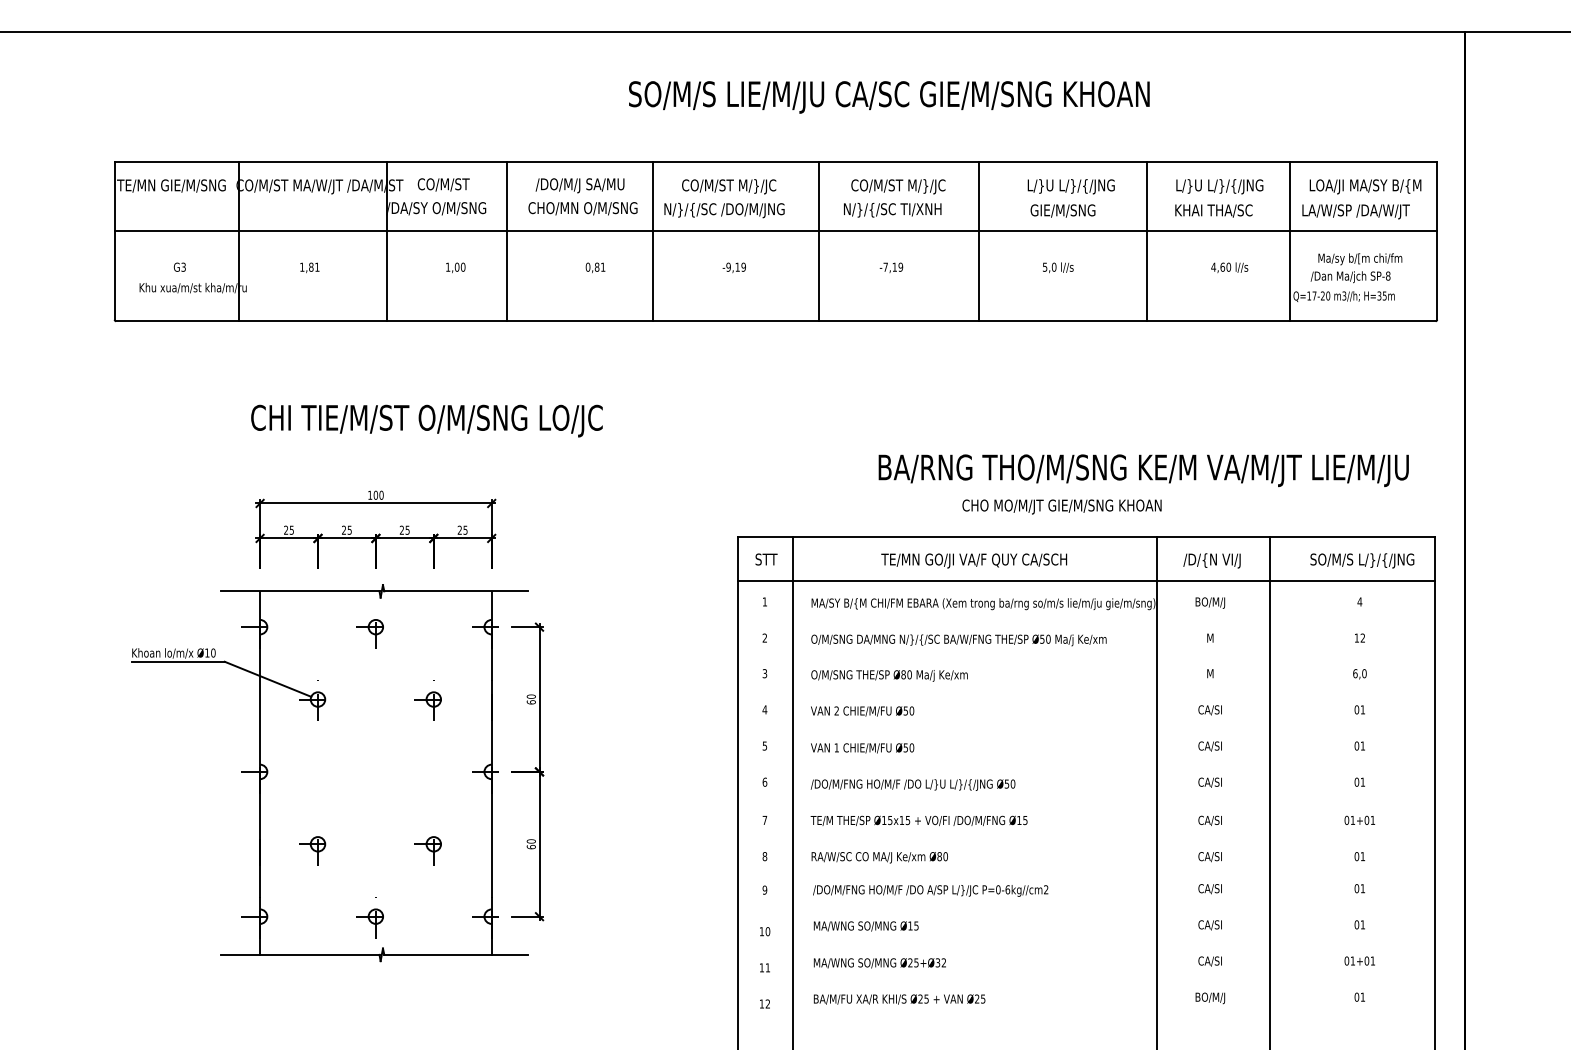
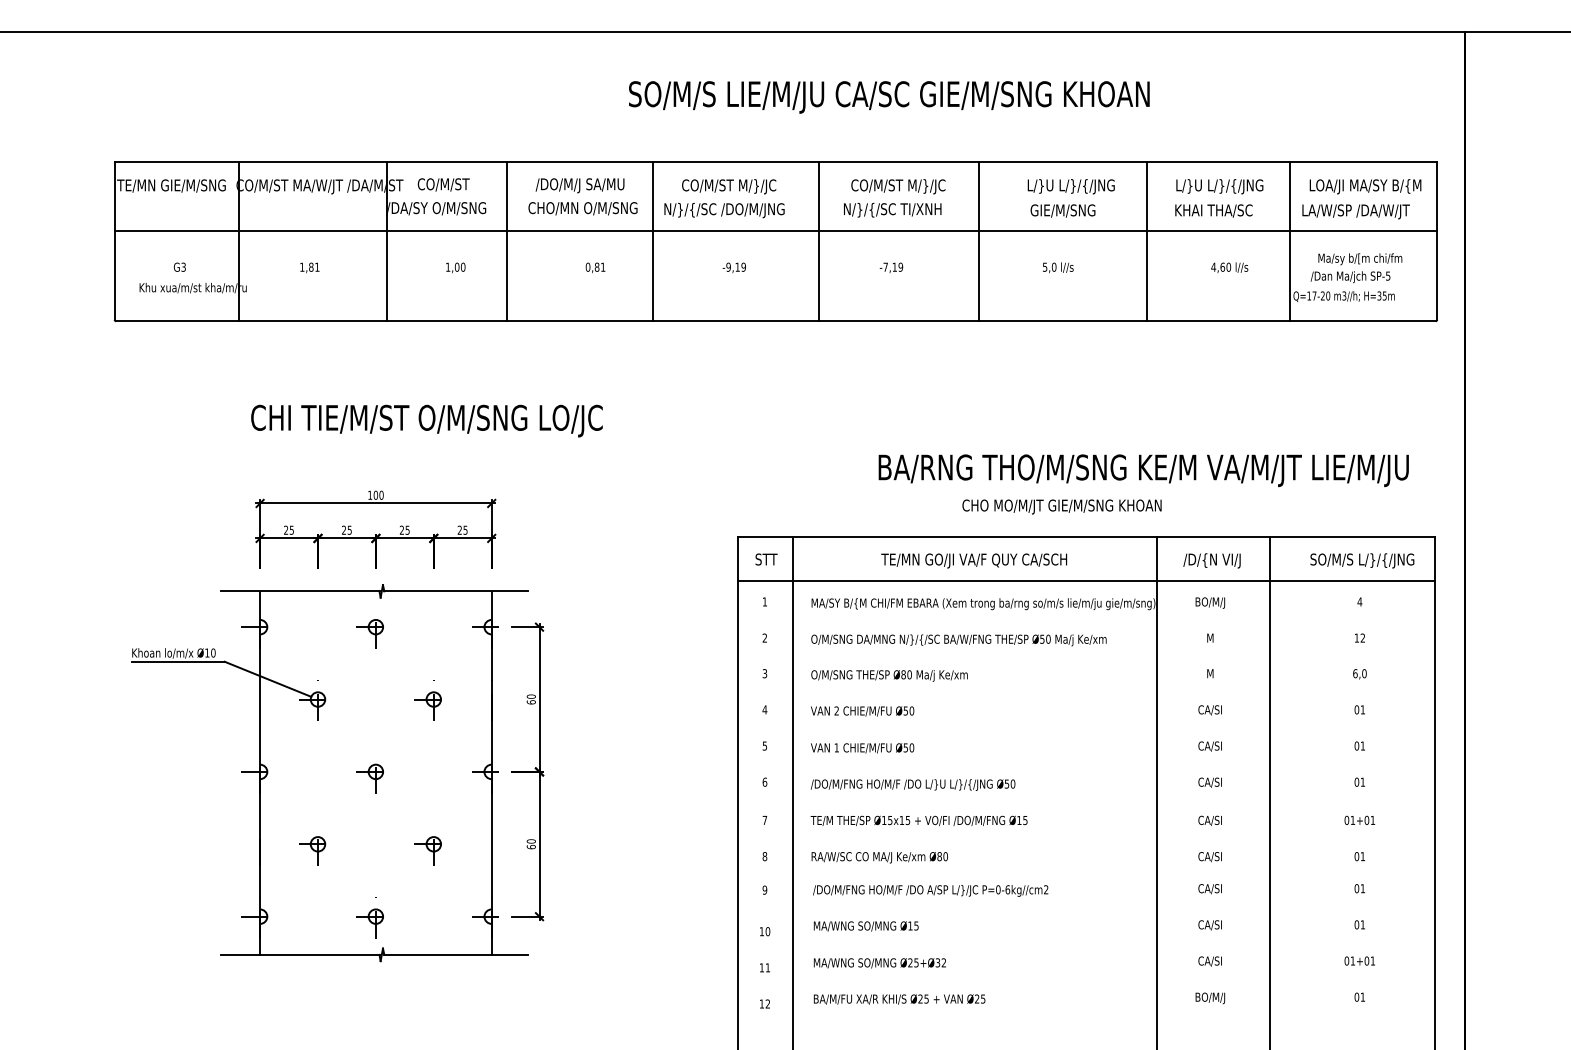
text at (1388, 275): SP-8 -> SP-5
part at (369, 778): none -> present
